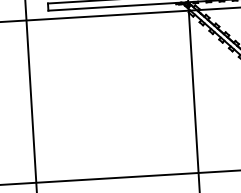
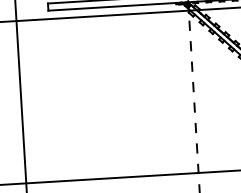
line at (30, 95) position: (30, 95) -> (20, 95)
line at (193, 96): solid -> dashed
